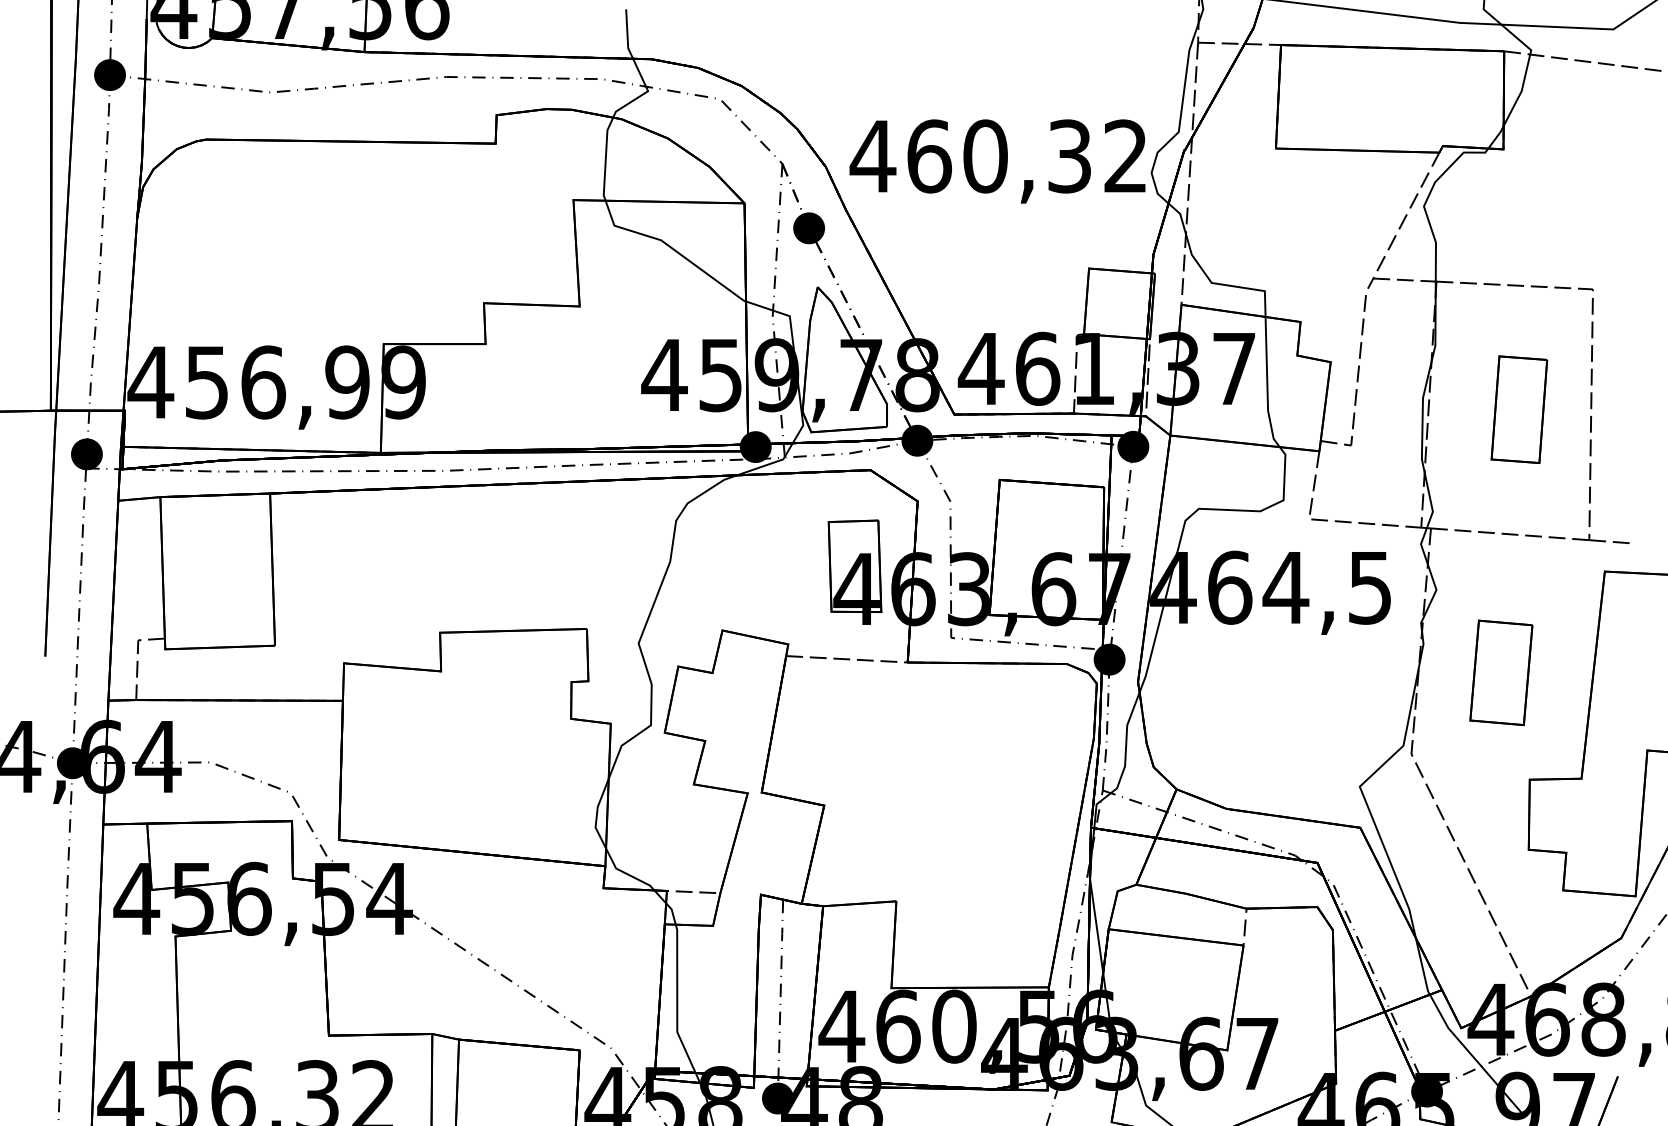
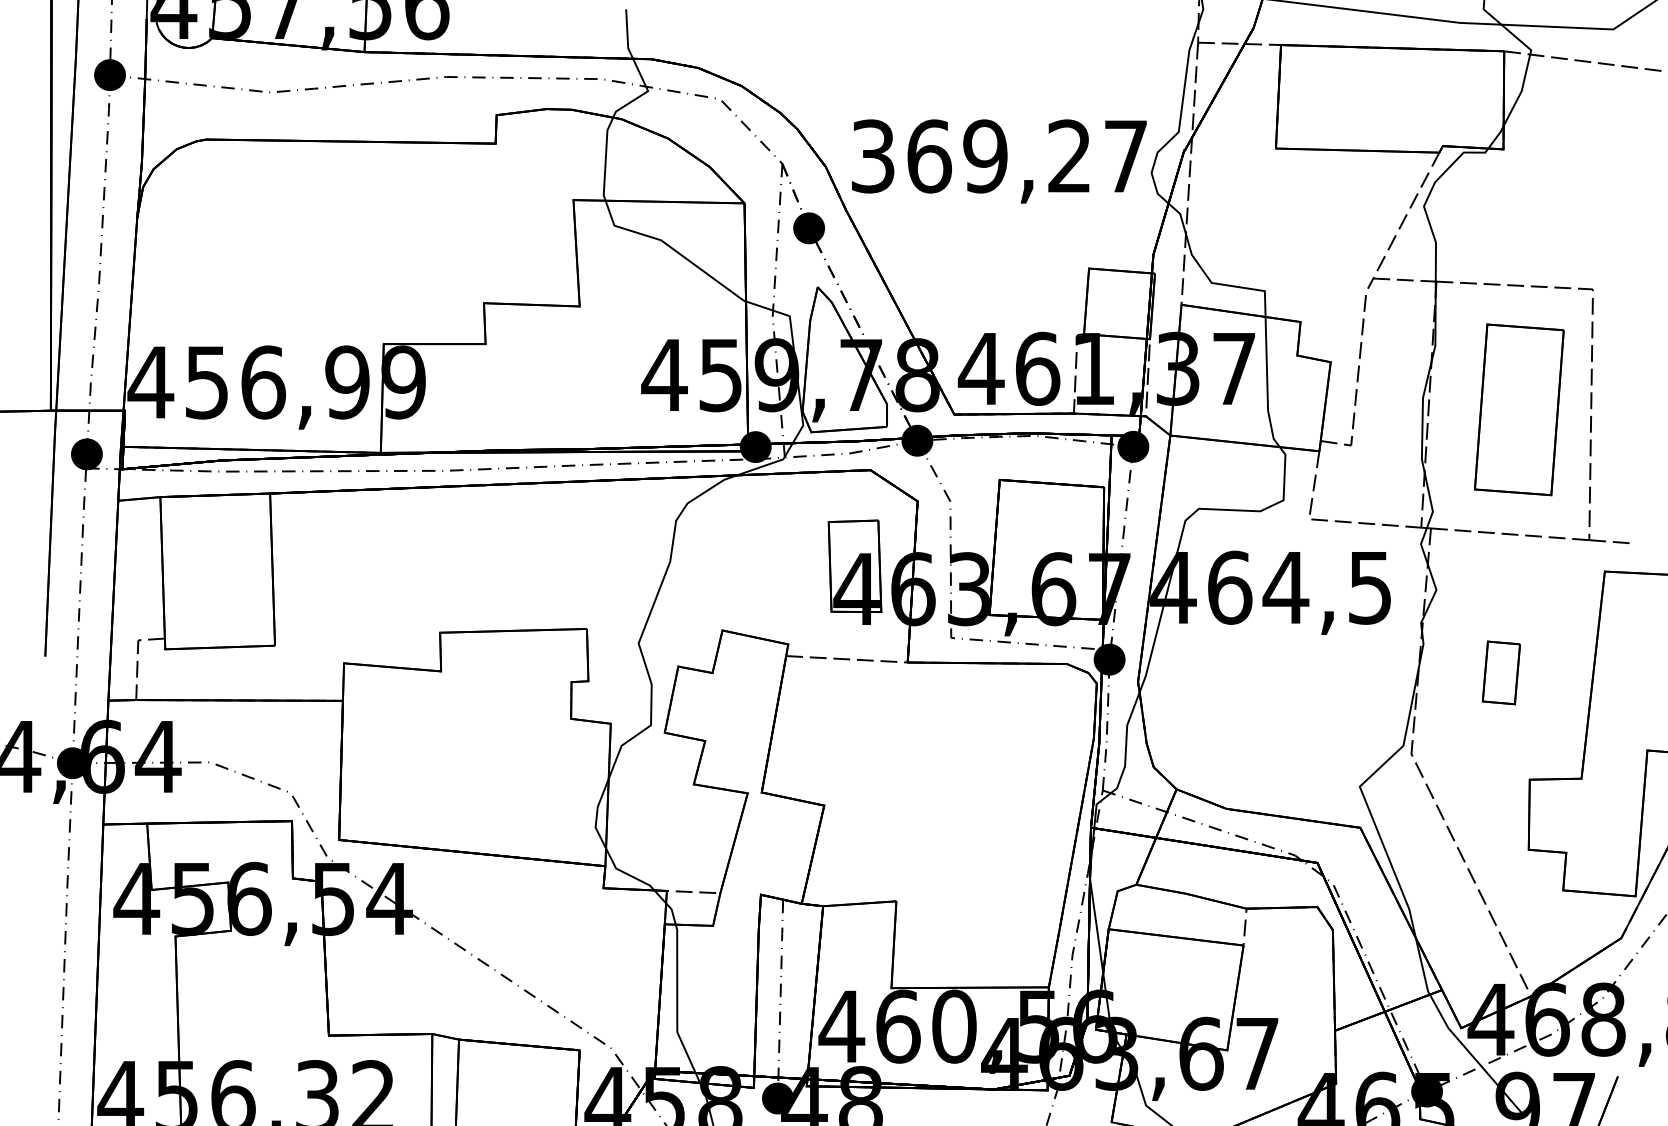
text at (997, 156): 460,32 -> 369,27
part at (1519, 409) size: 59x109 px -> 91x174 px
part at (1501, 672) size: 65x108 px -> 40x66 px
